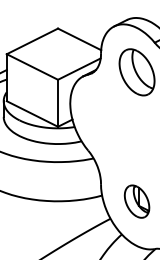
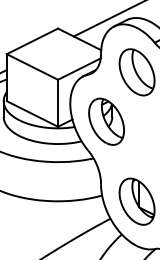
line at (107, 19): none -> present
part at (106, 121): none -> present
part at (136, 201) size: 28x35 px -> 38x49 px
